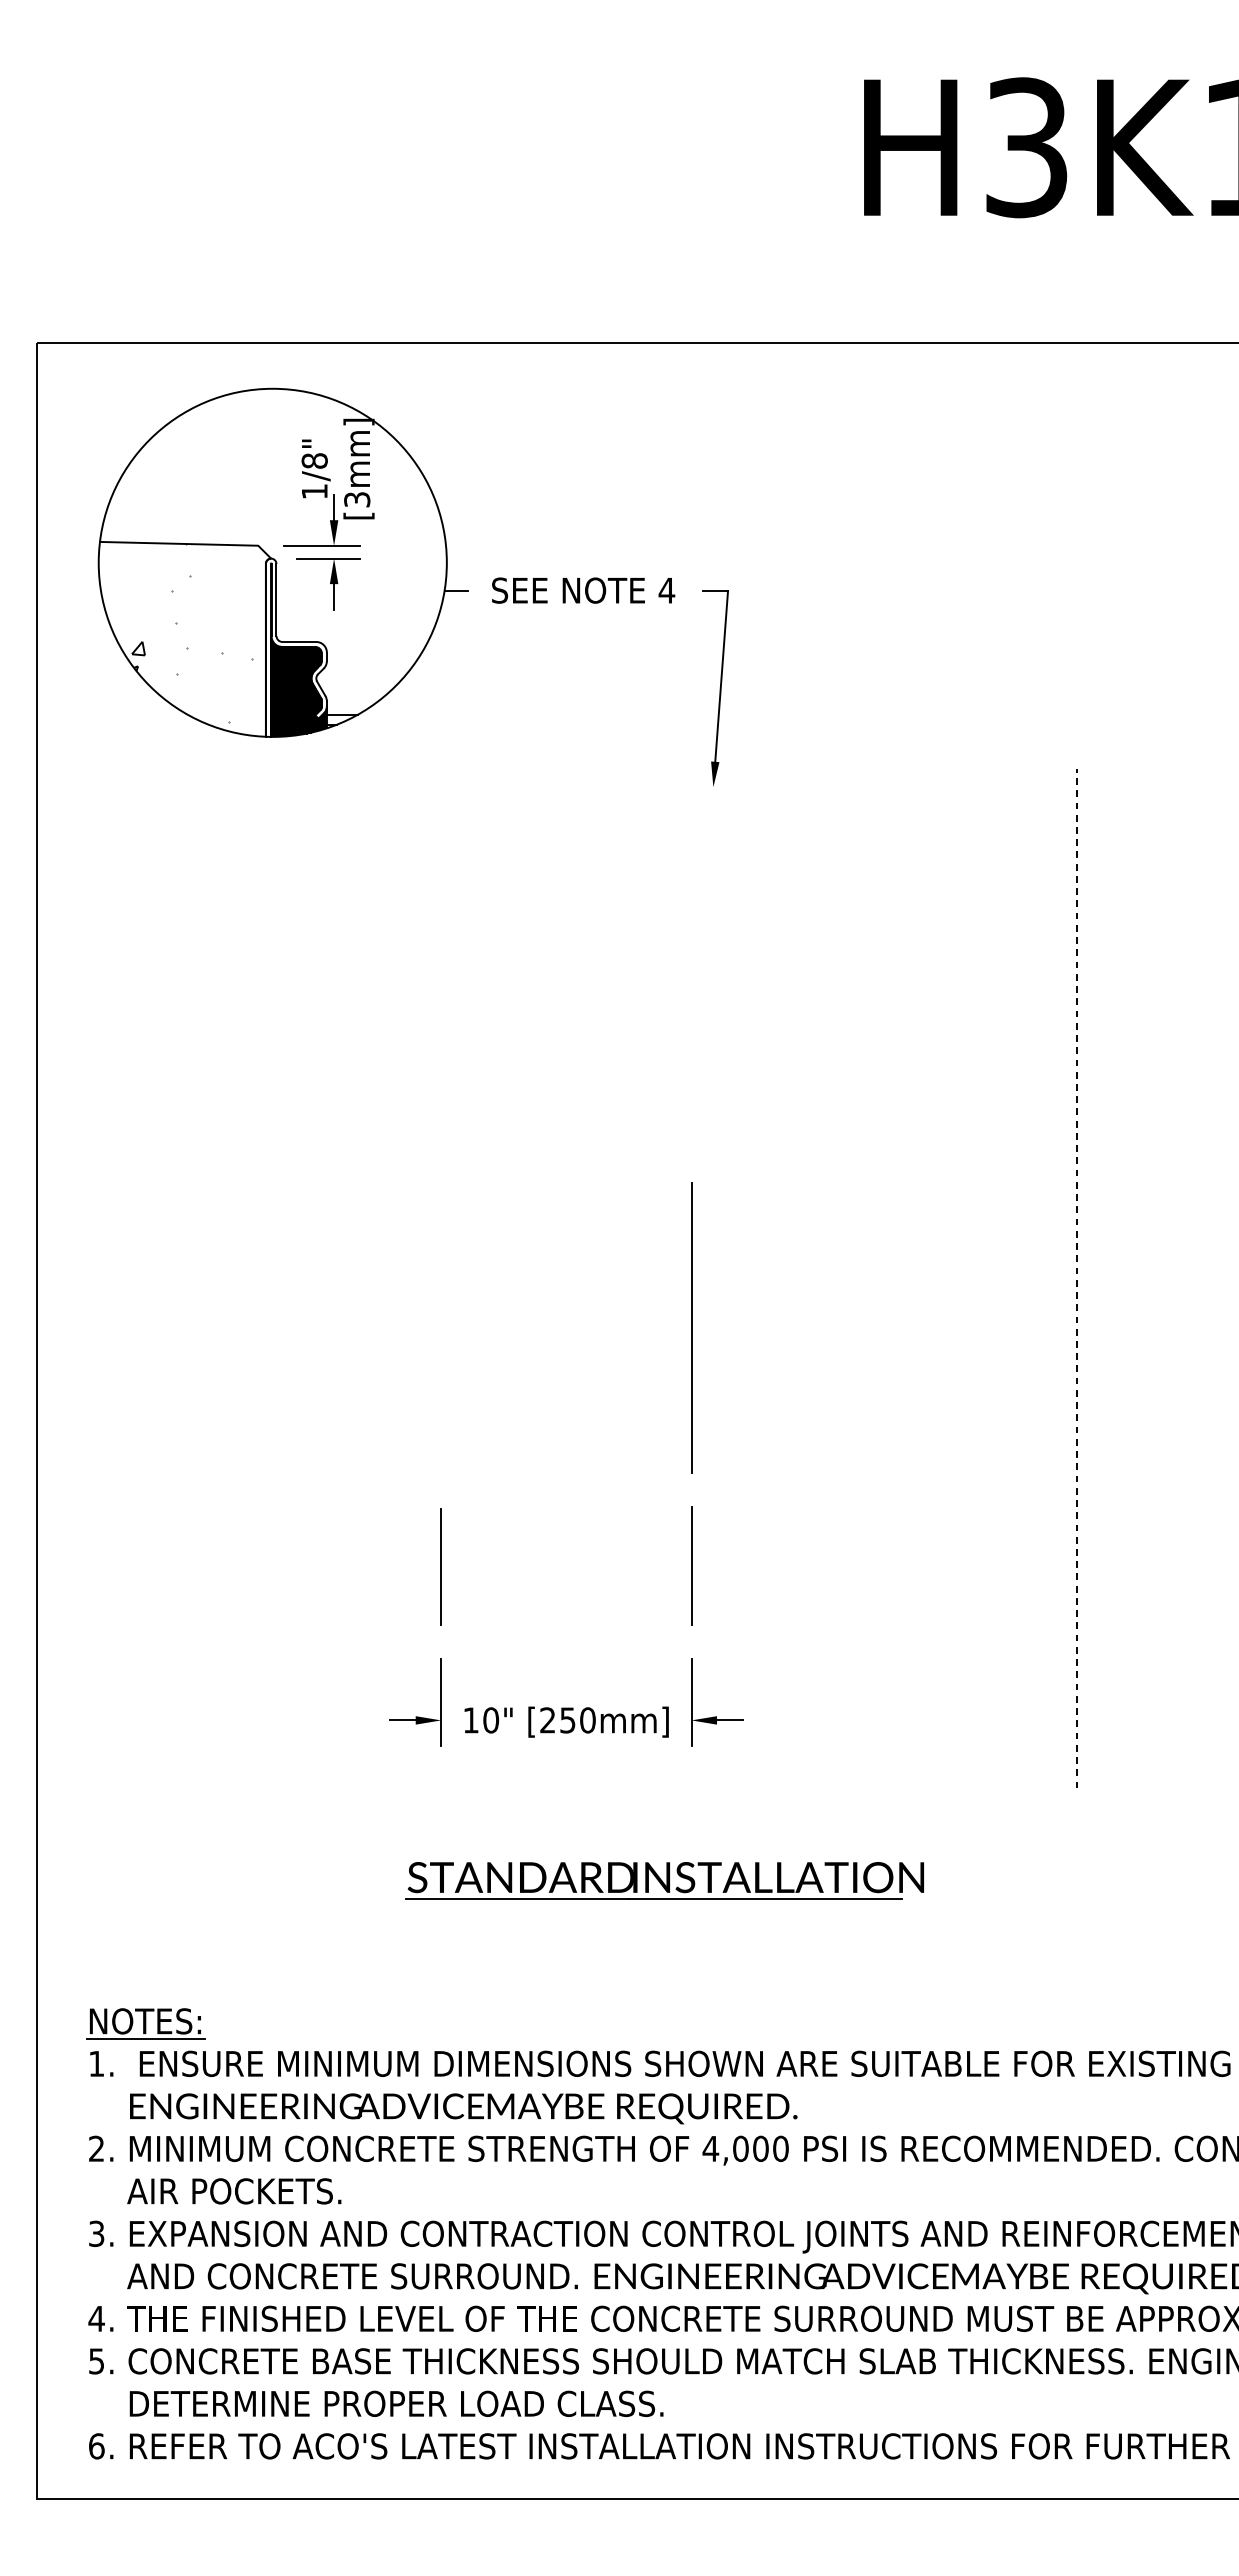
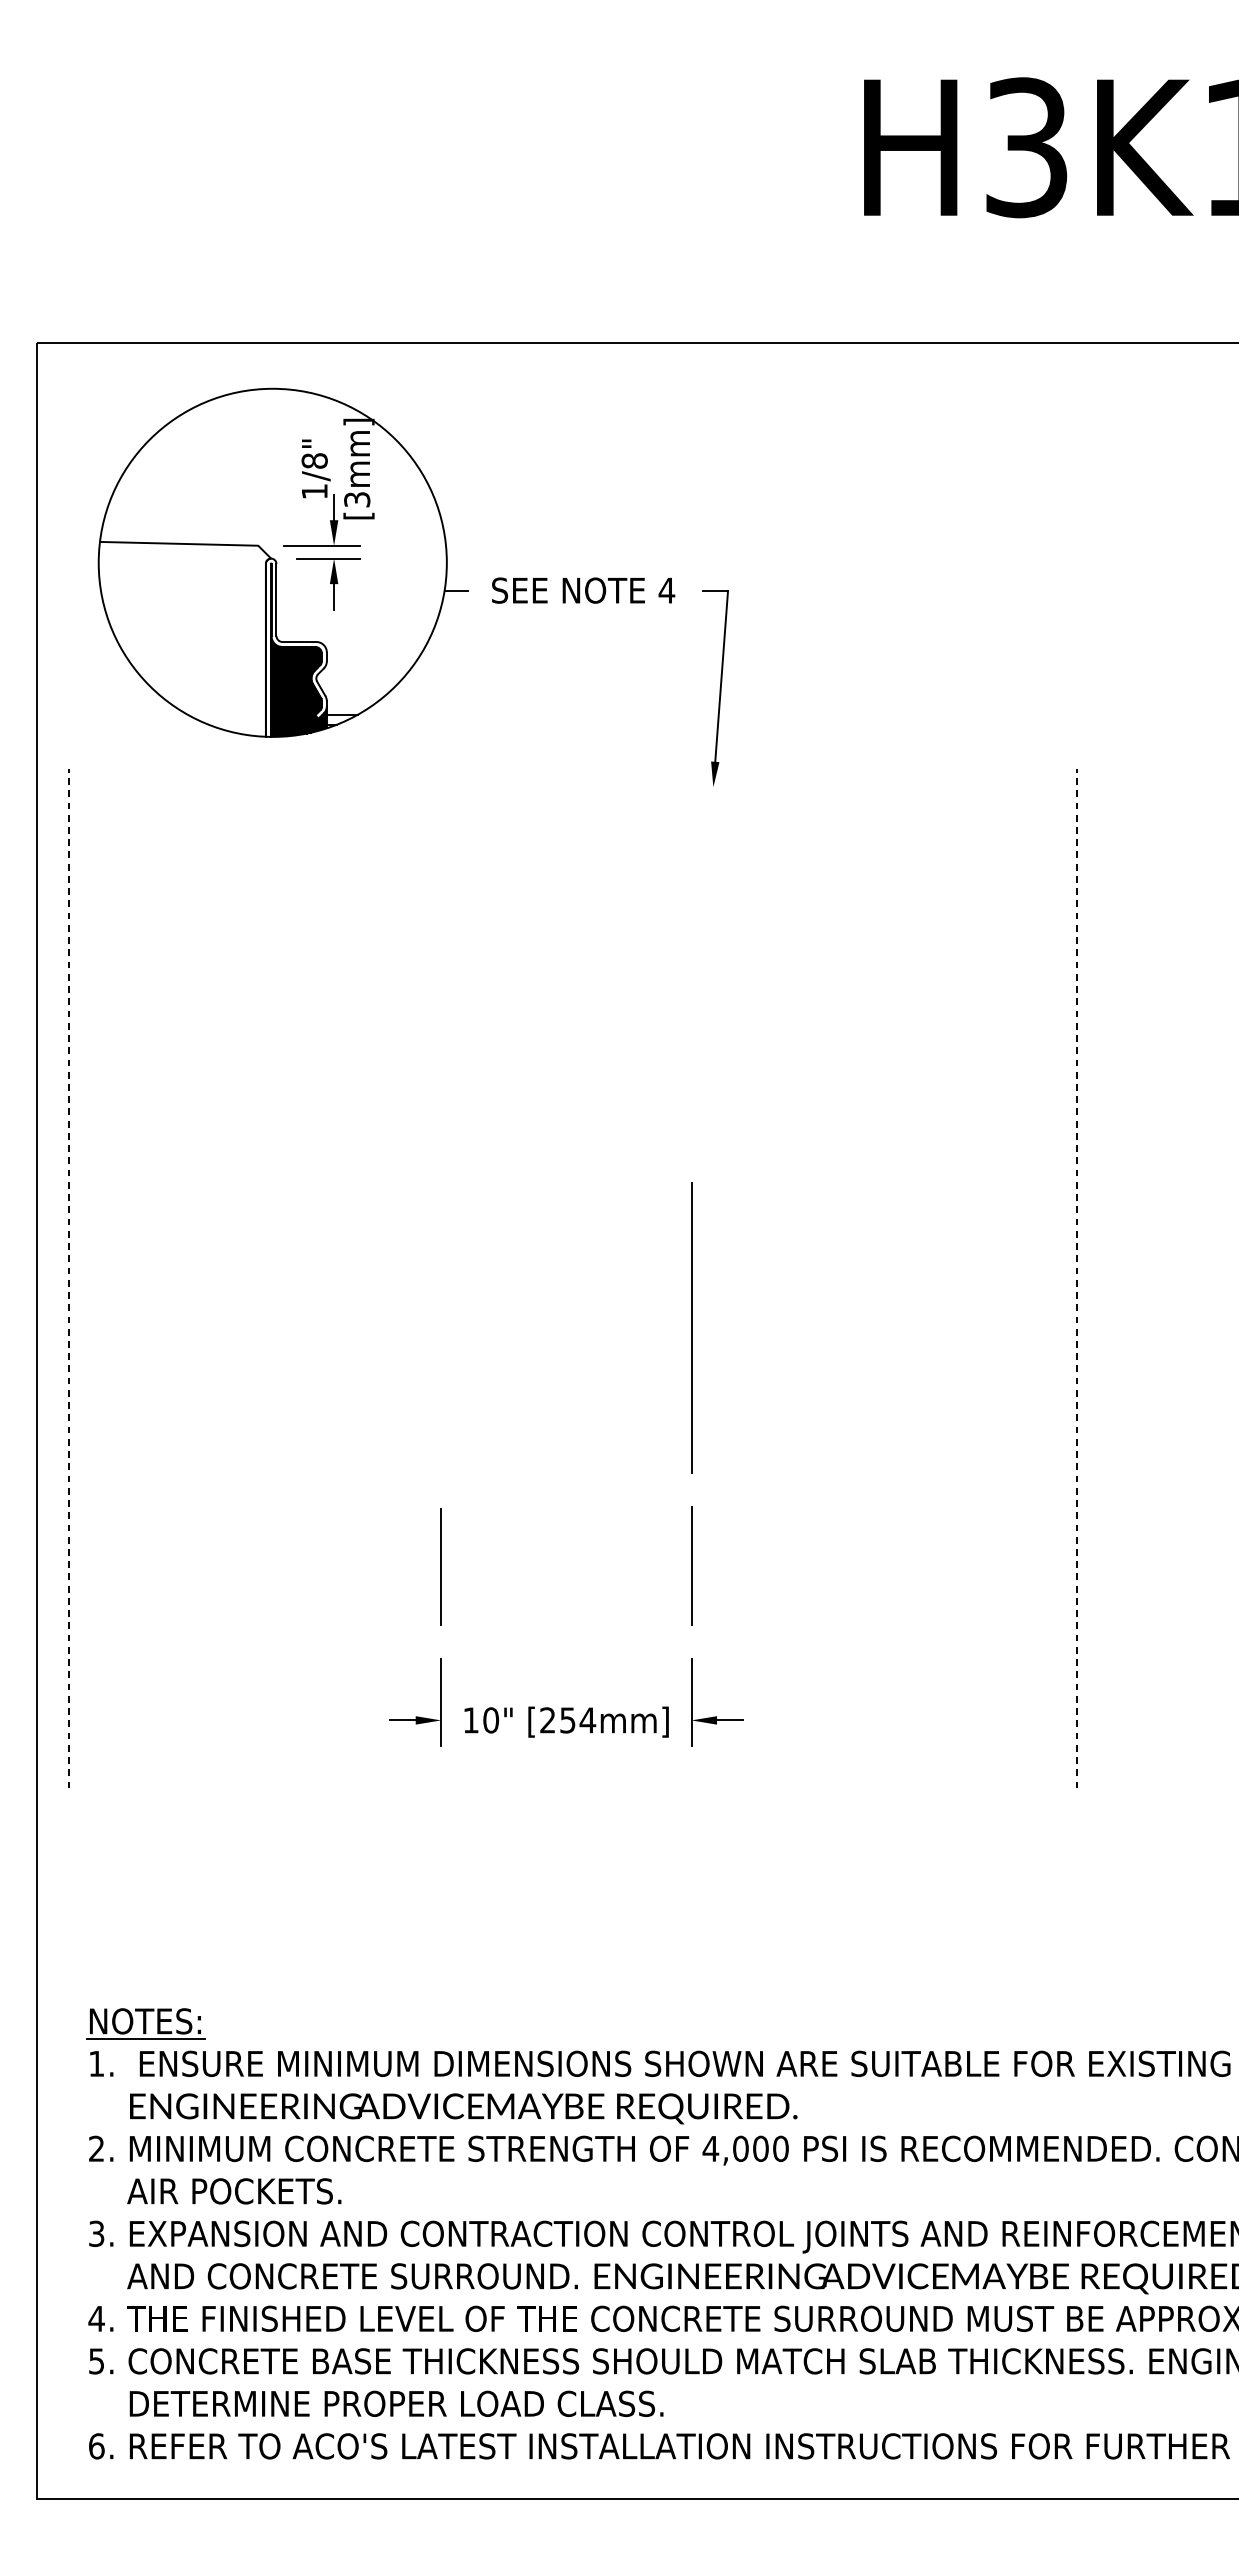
hatch at (192, 632): present -> none
line at (68, 1280): none -> present
text at (587, 1720): [250mm] -> [254mm]
part at (664, 1880): present -> none
